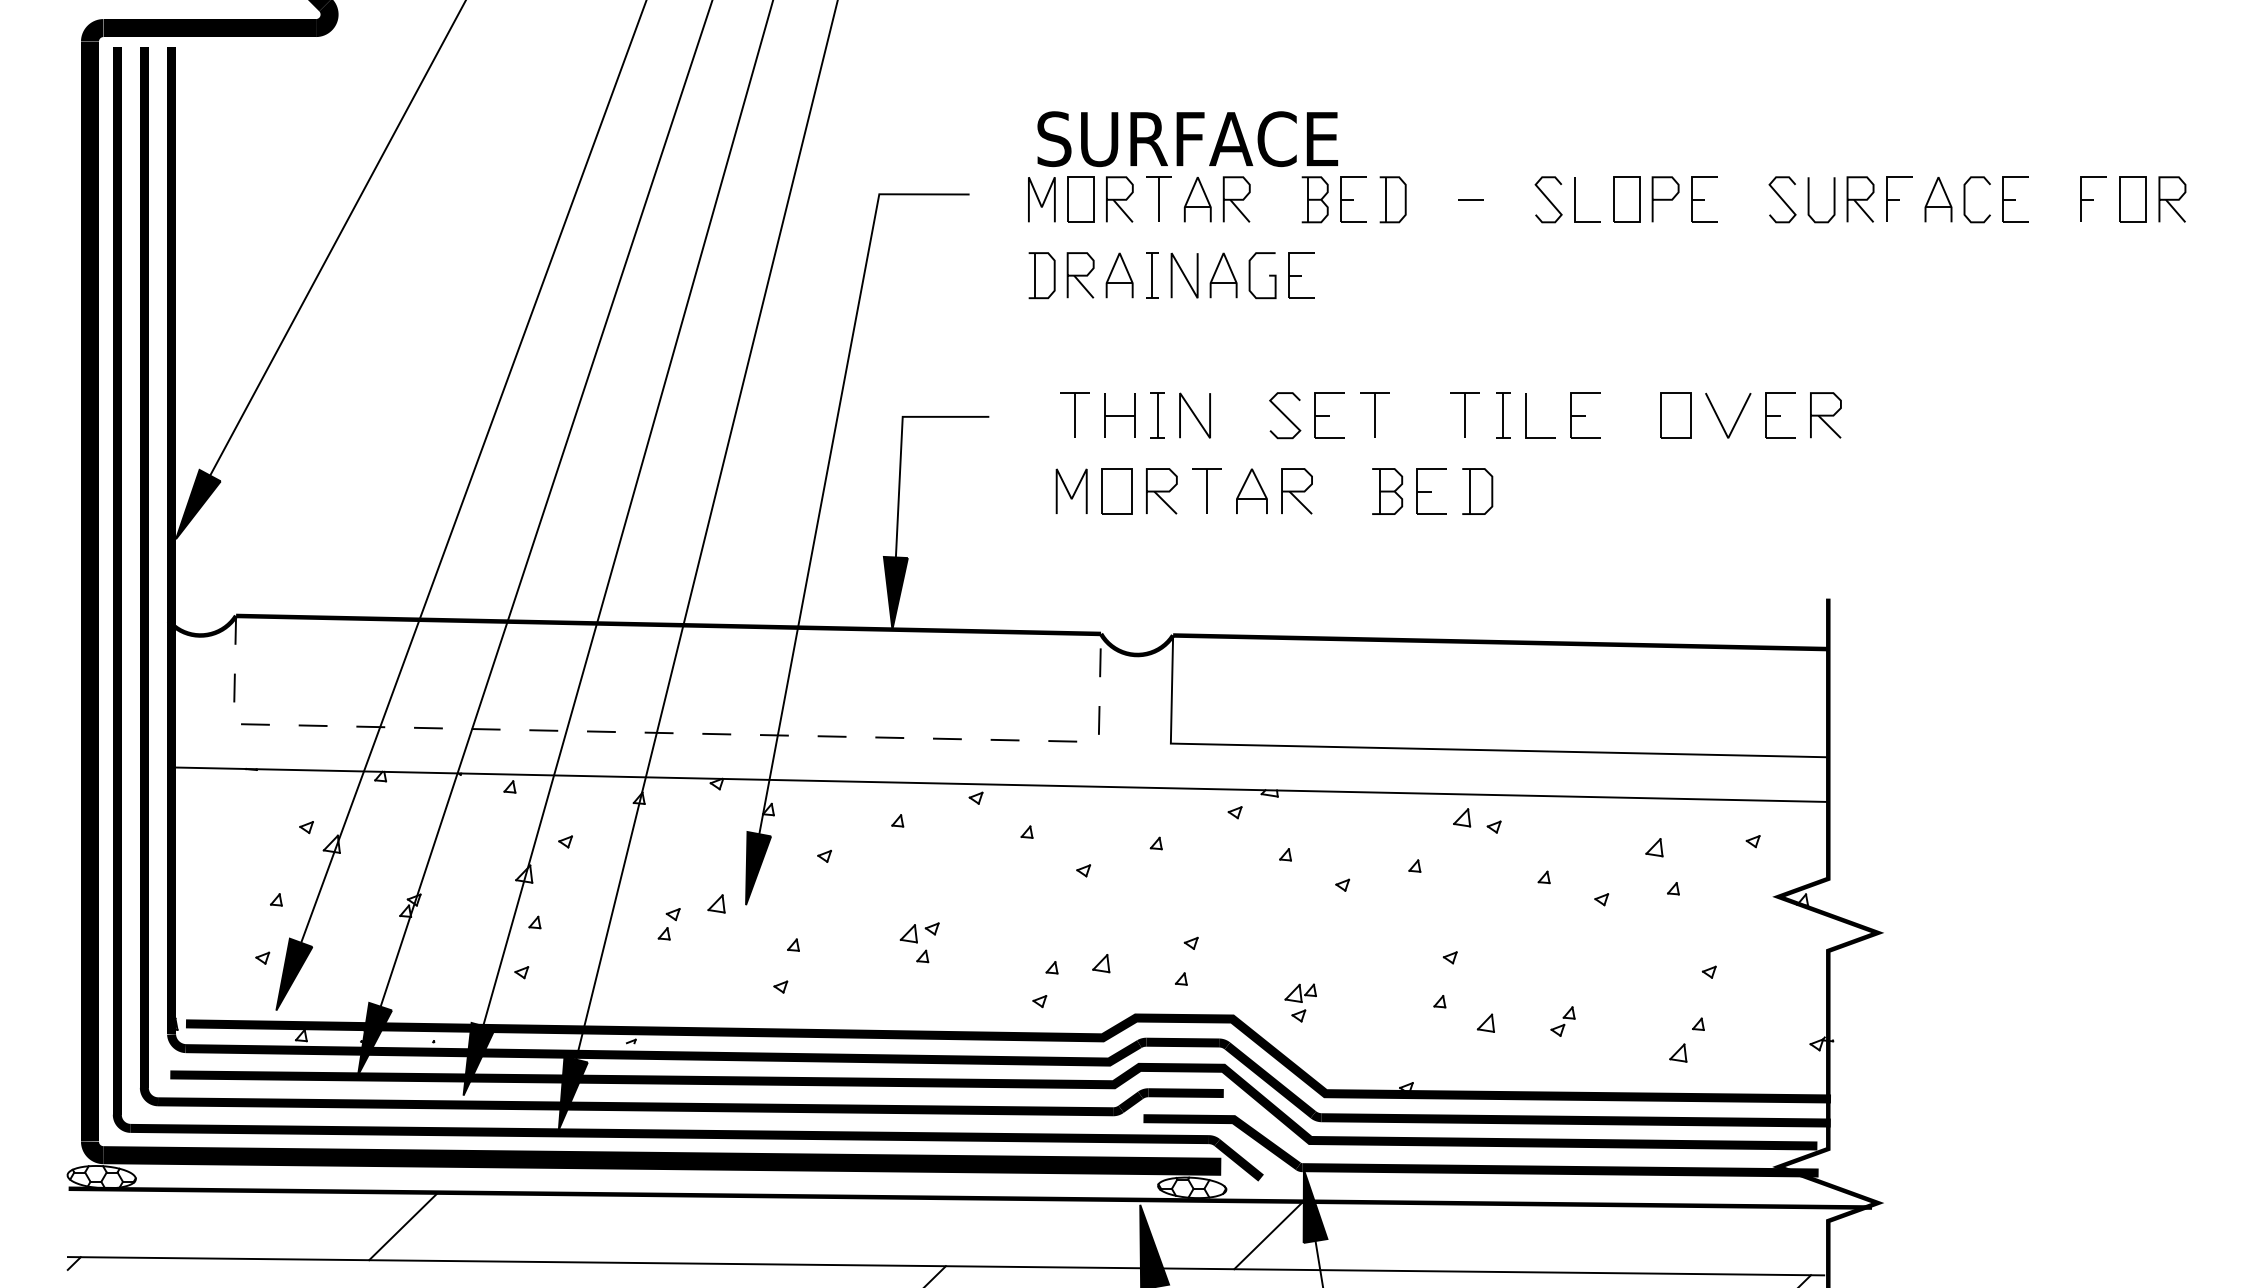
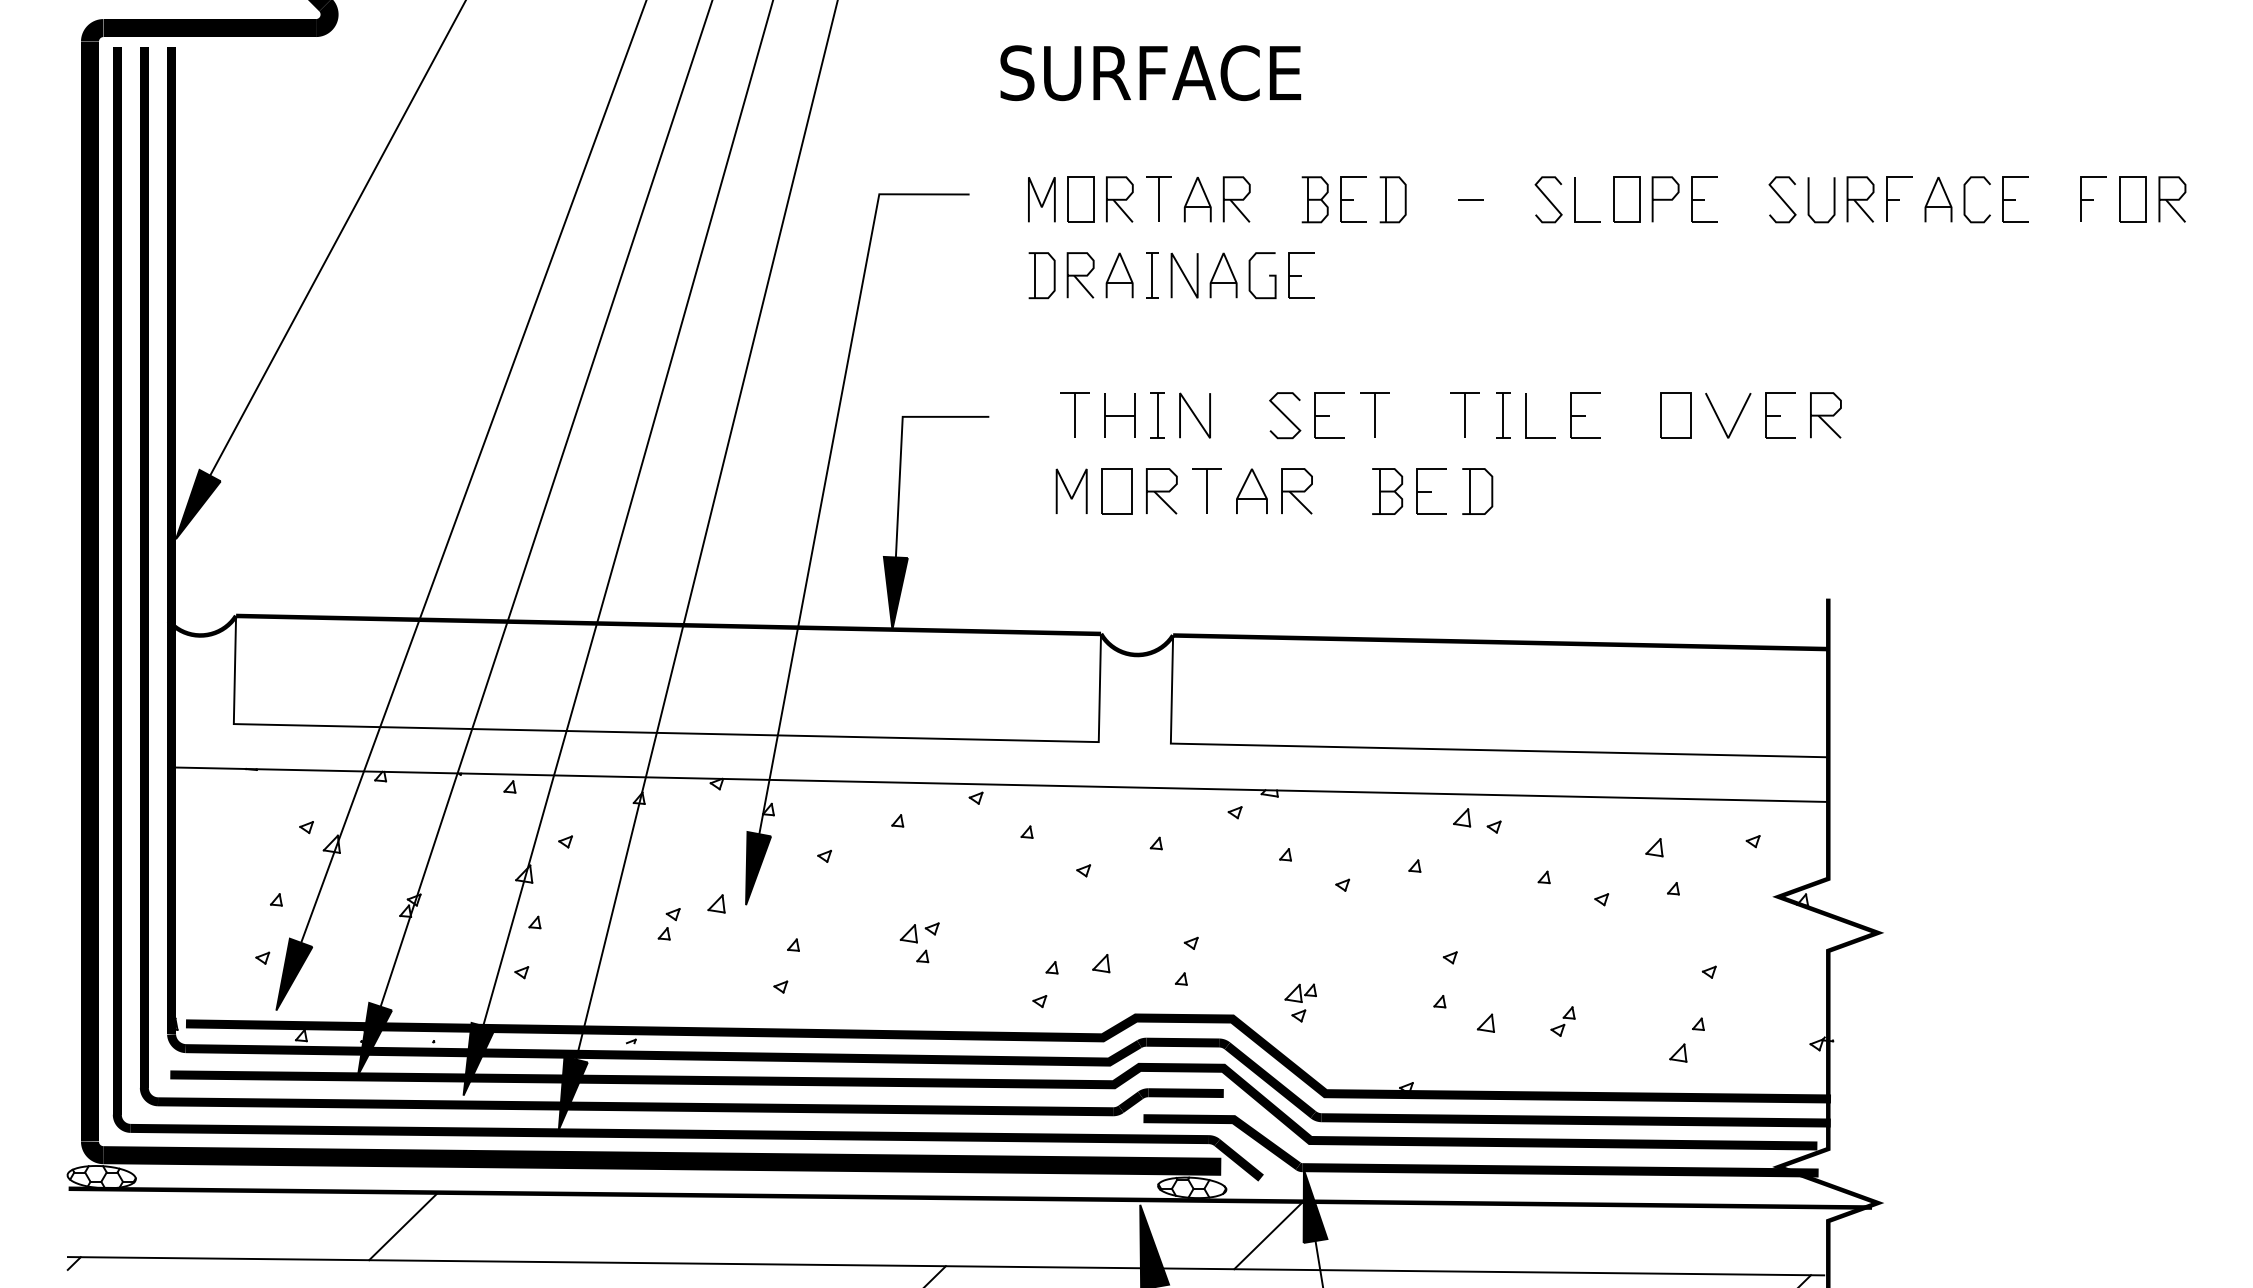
text at (1187, 139) position: (1187, 139) -> (1150, 73)
line at (666, 733): dashed -> solid
